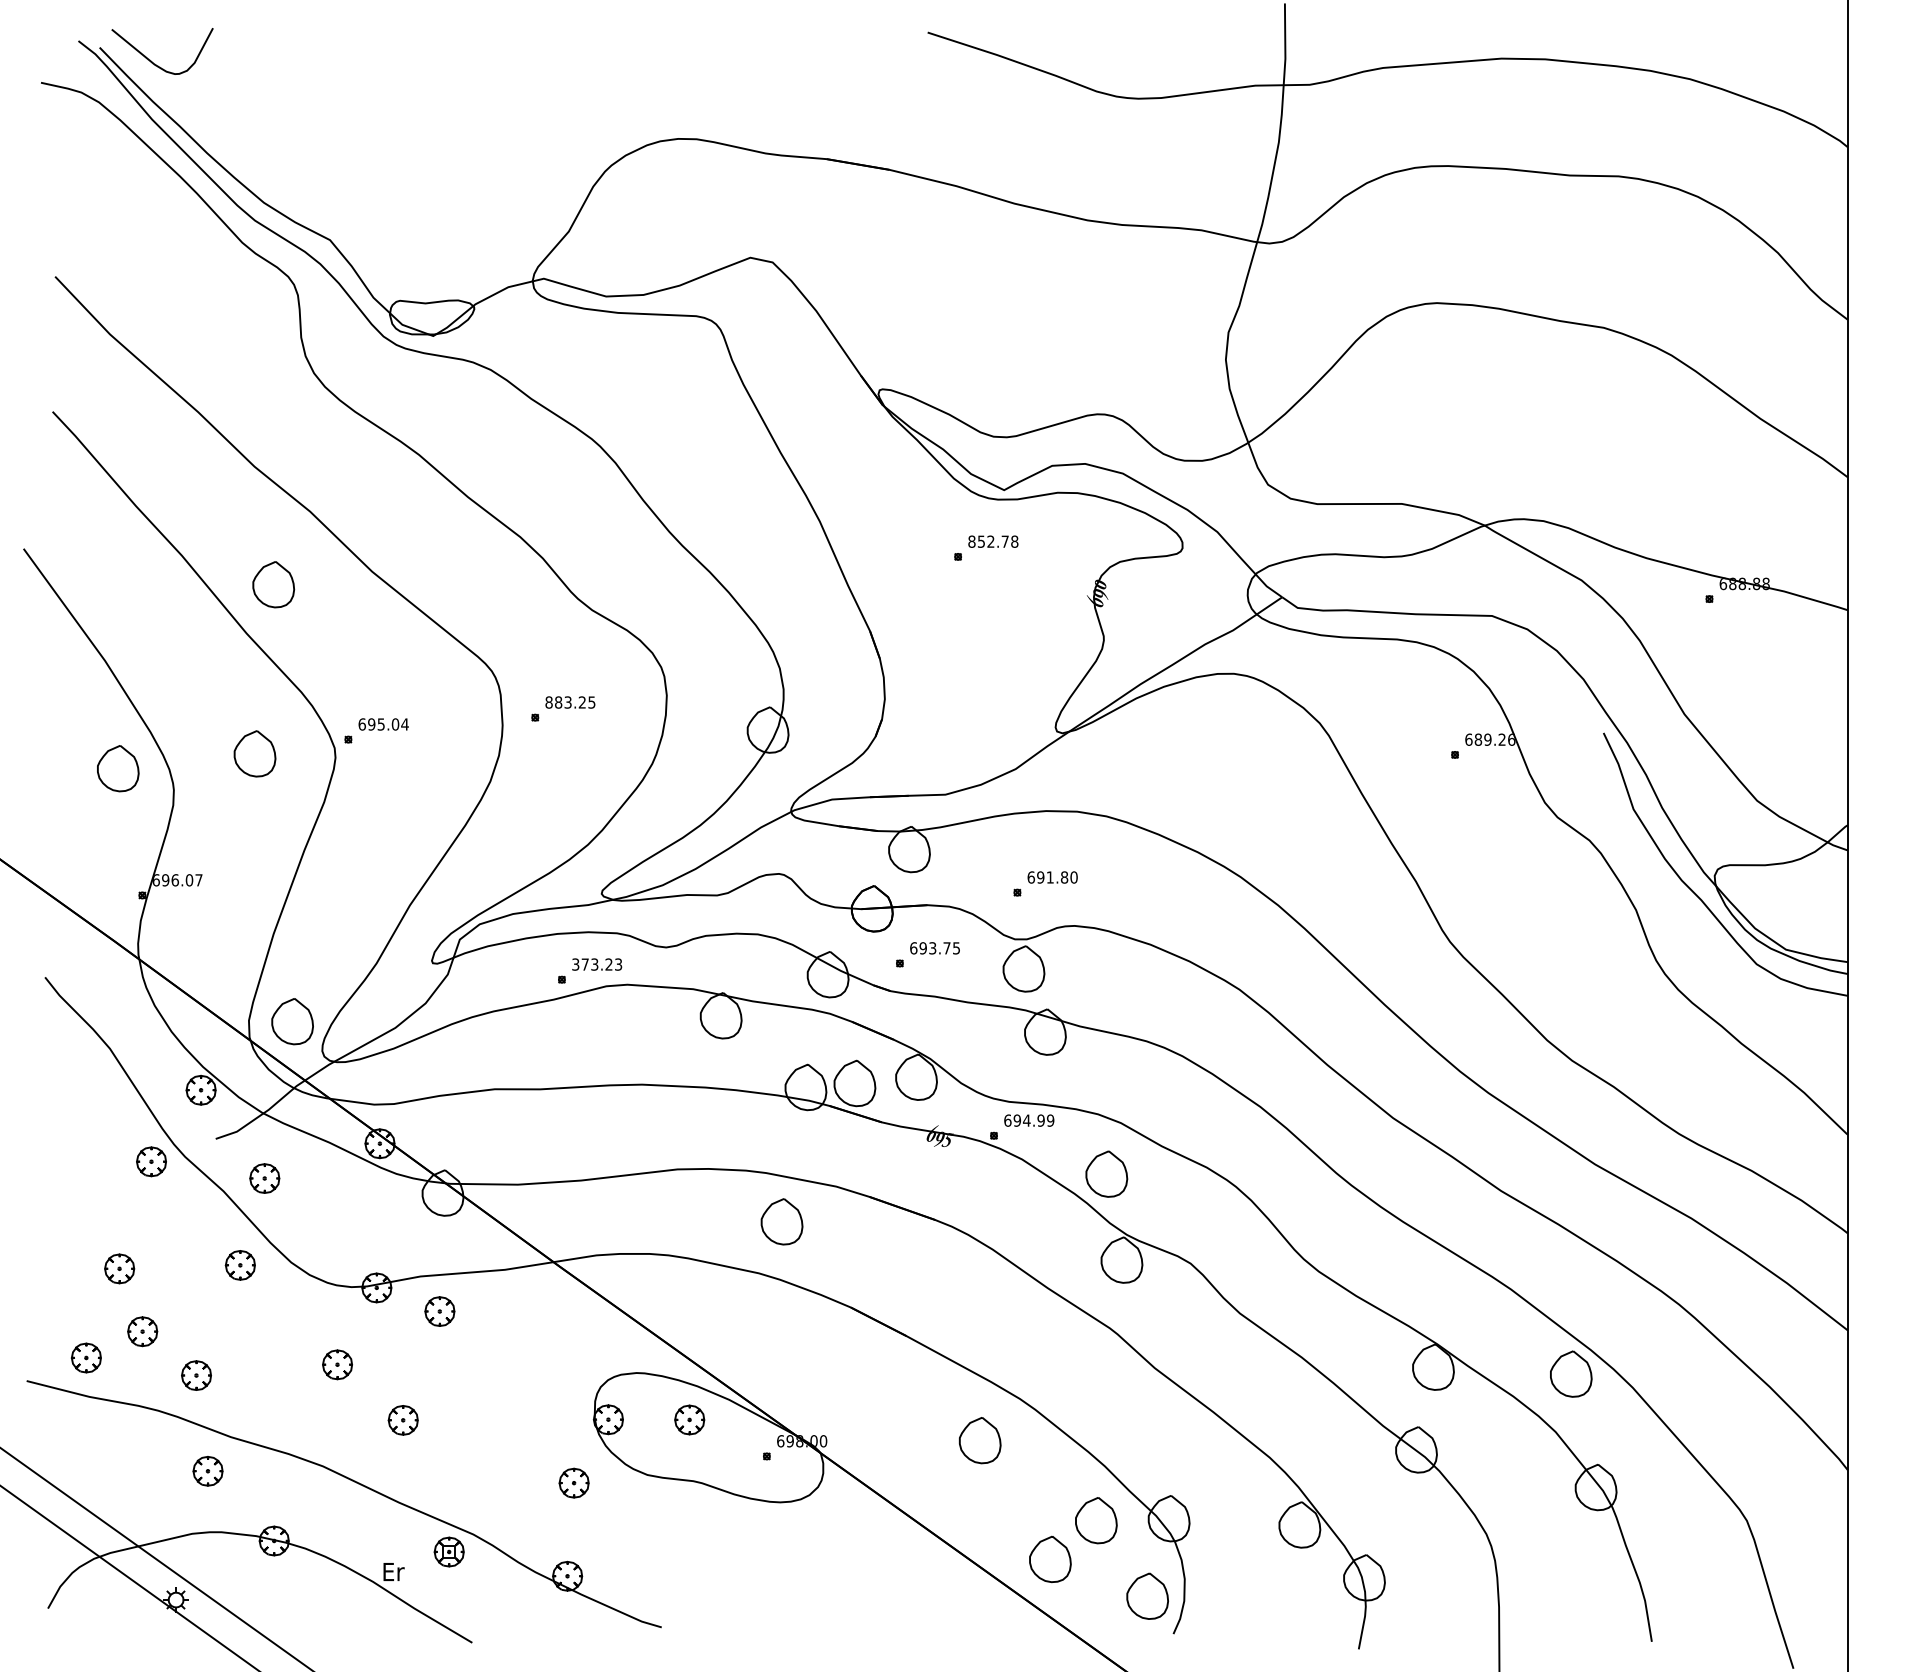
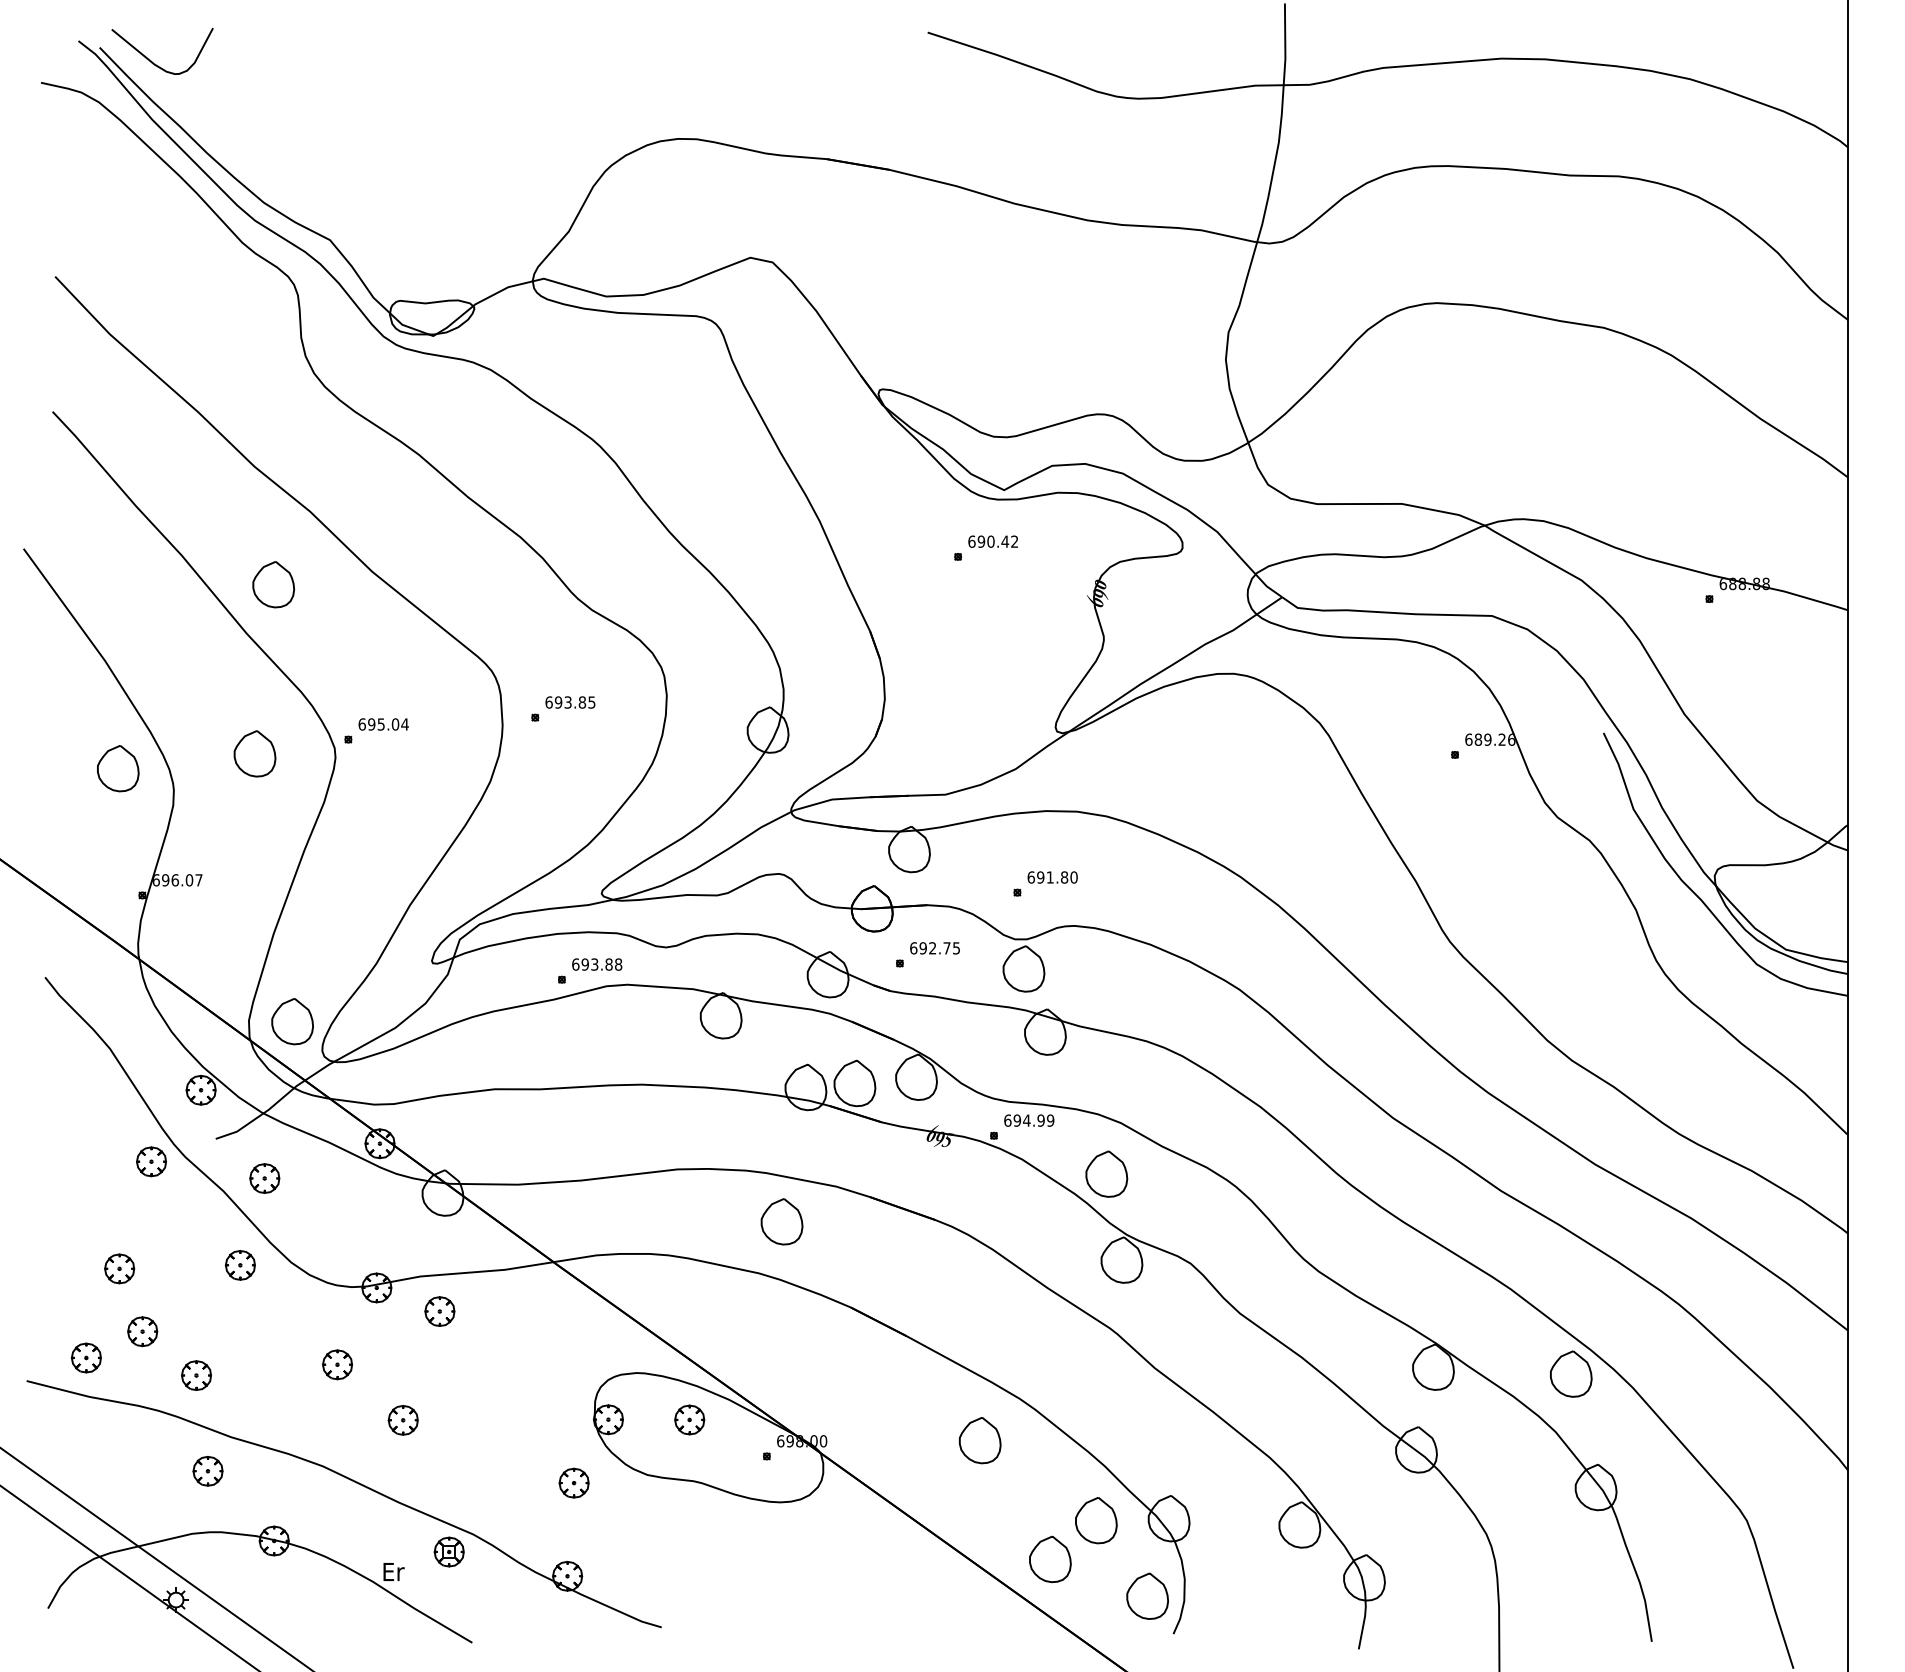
text at (993, 541): 852.78 -> 690.42
text at (565, 702): 883.25 -> 693.85
text at (932, 948): 693.75 -> 692.75
text at (597, 964): 373.23 -> 693.88
